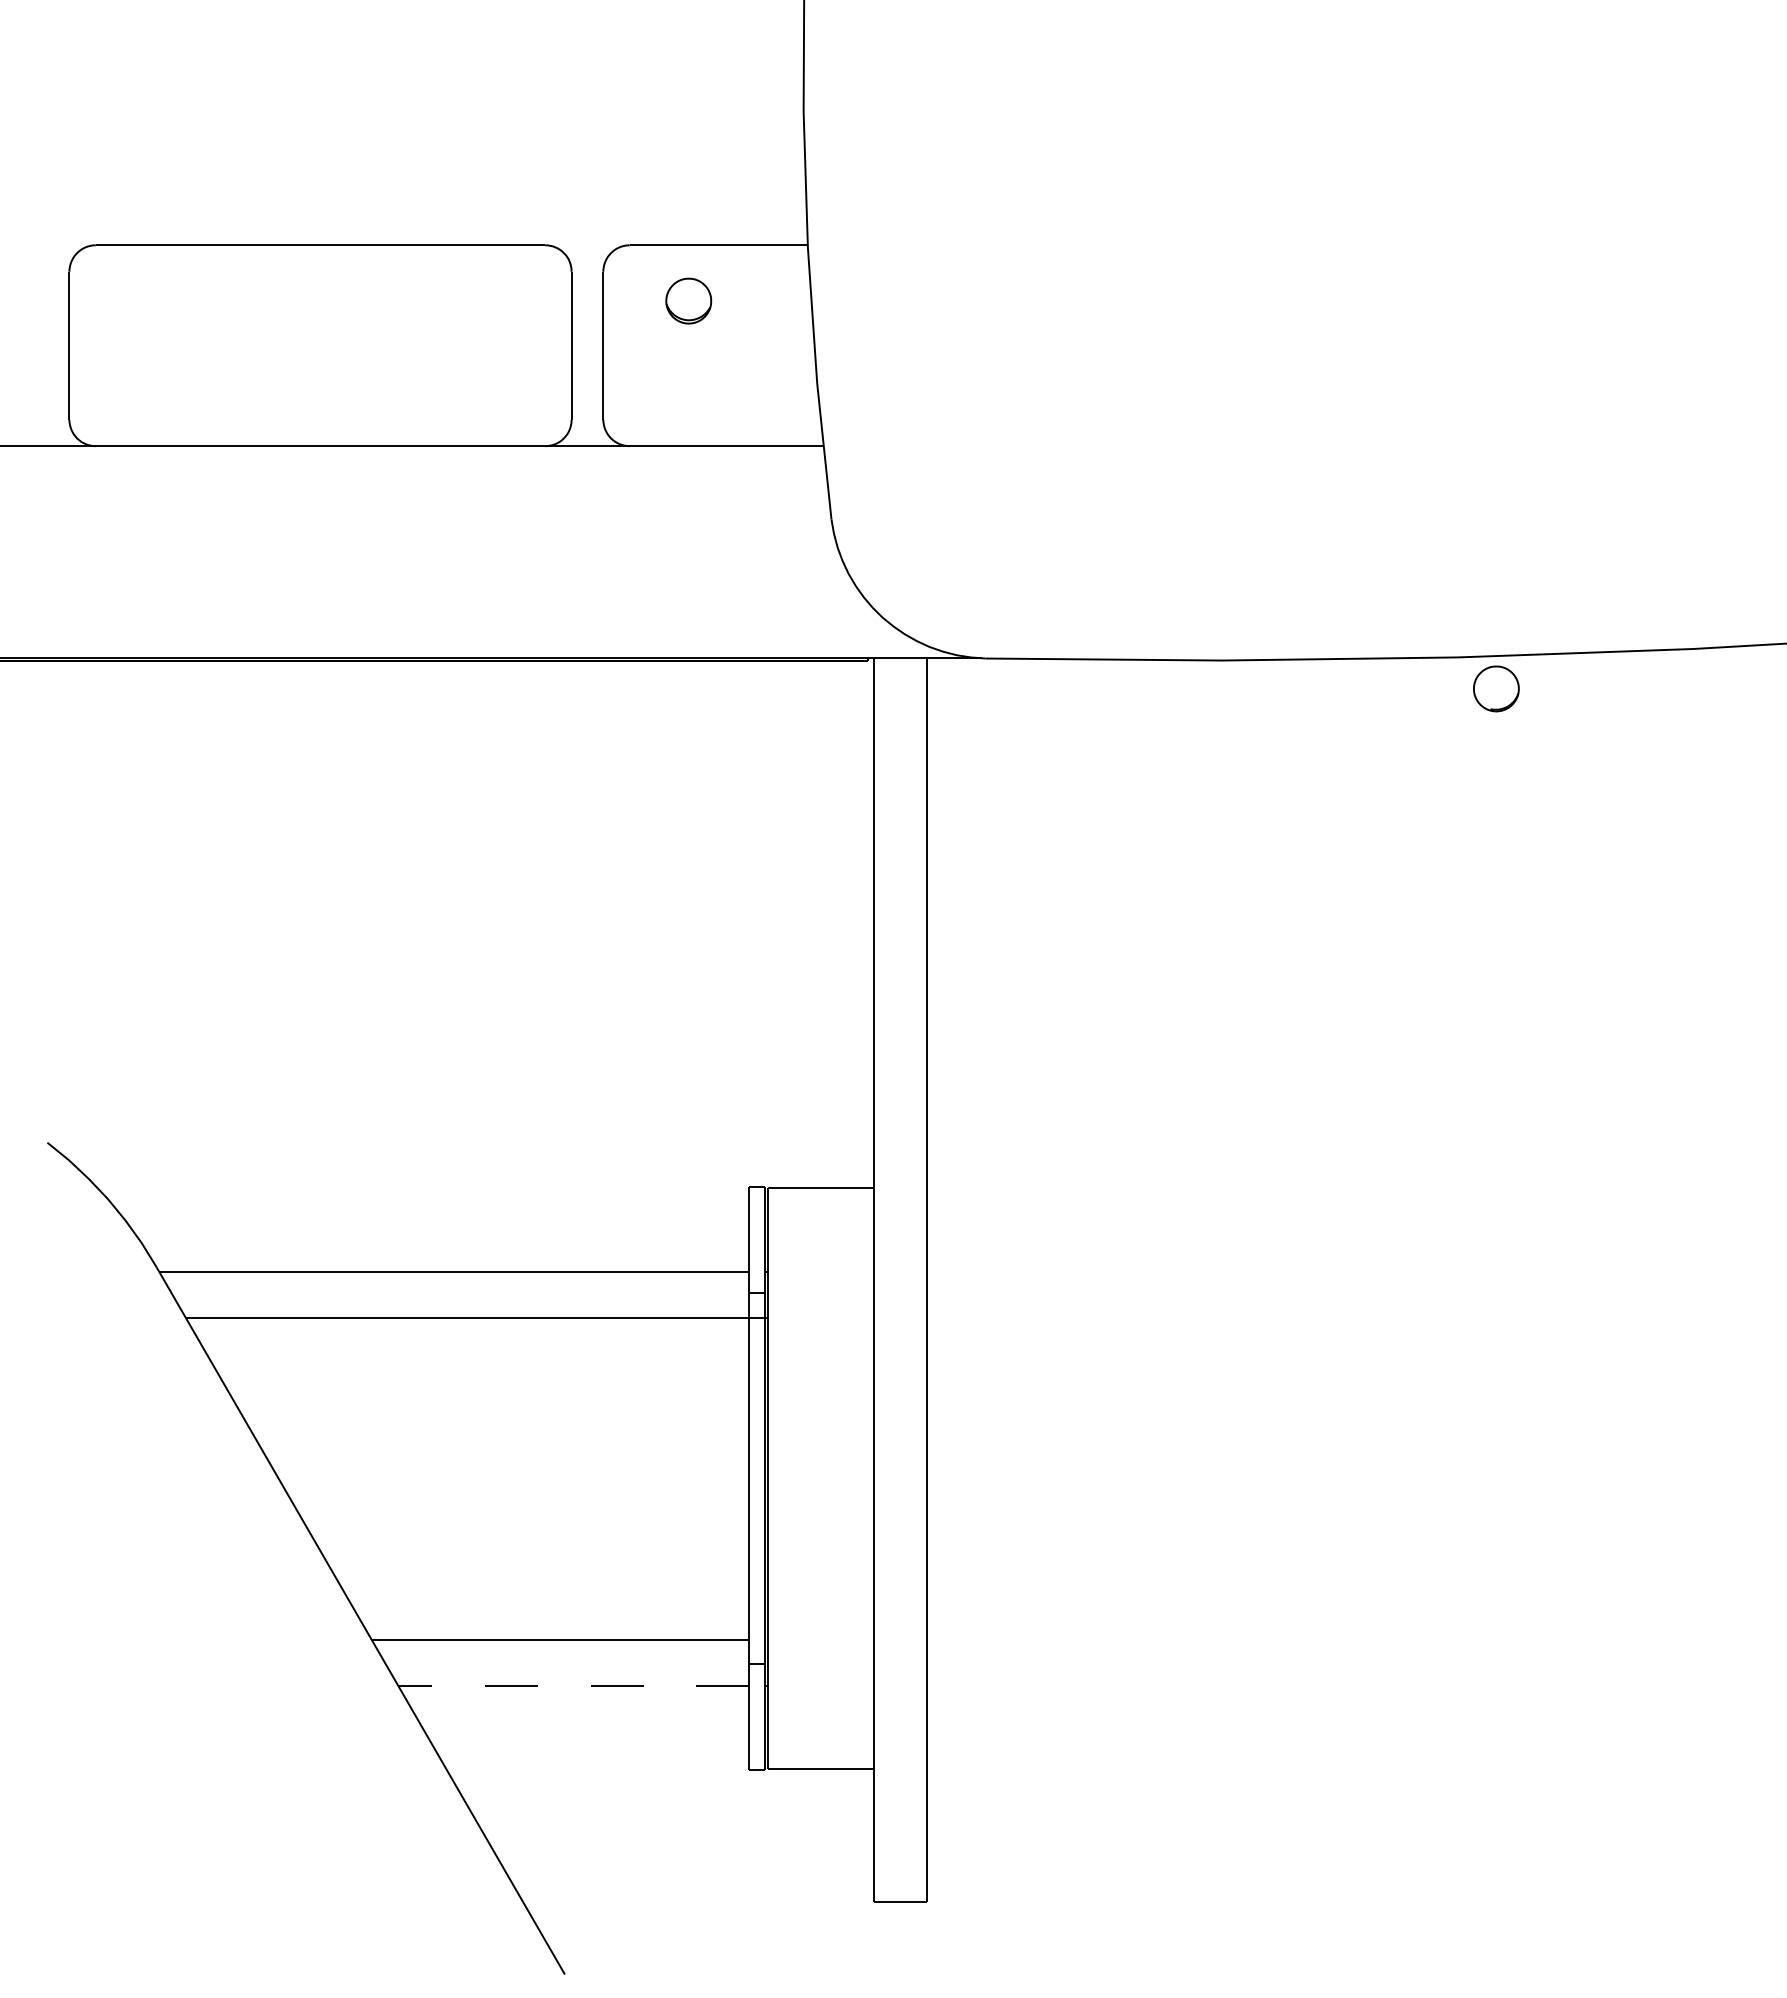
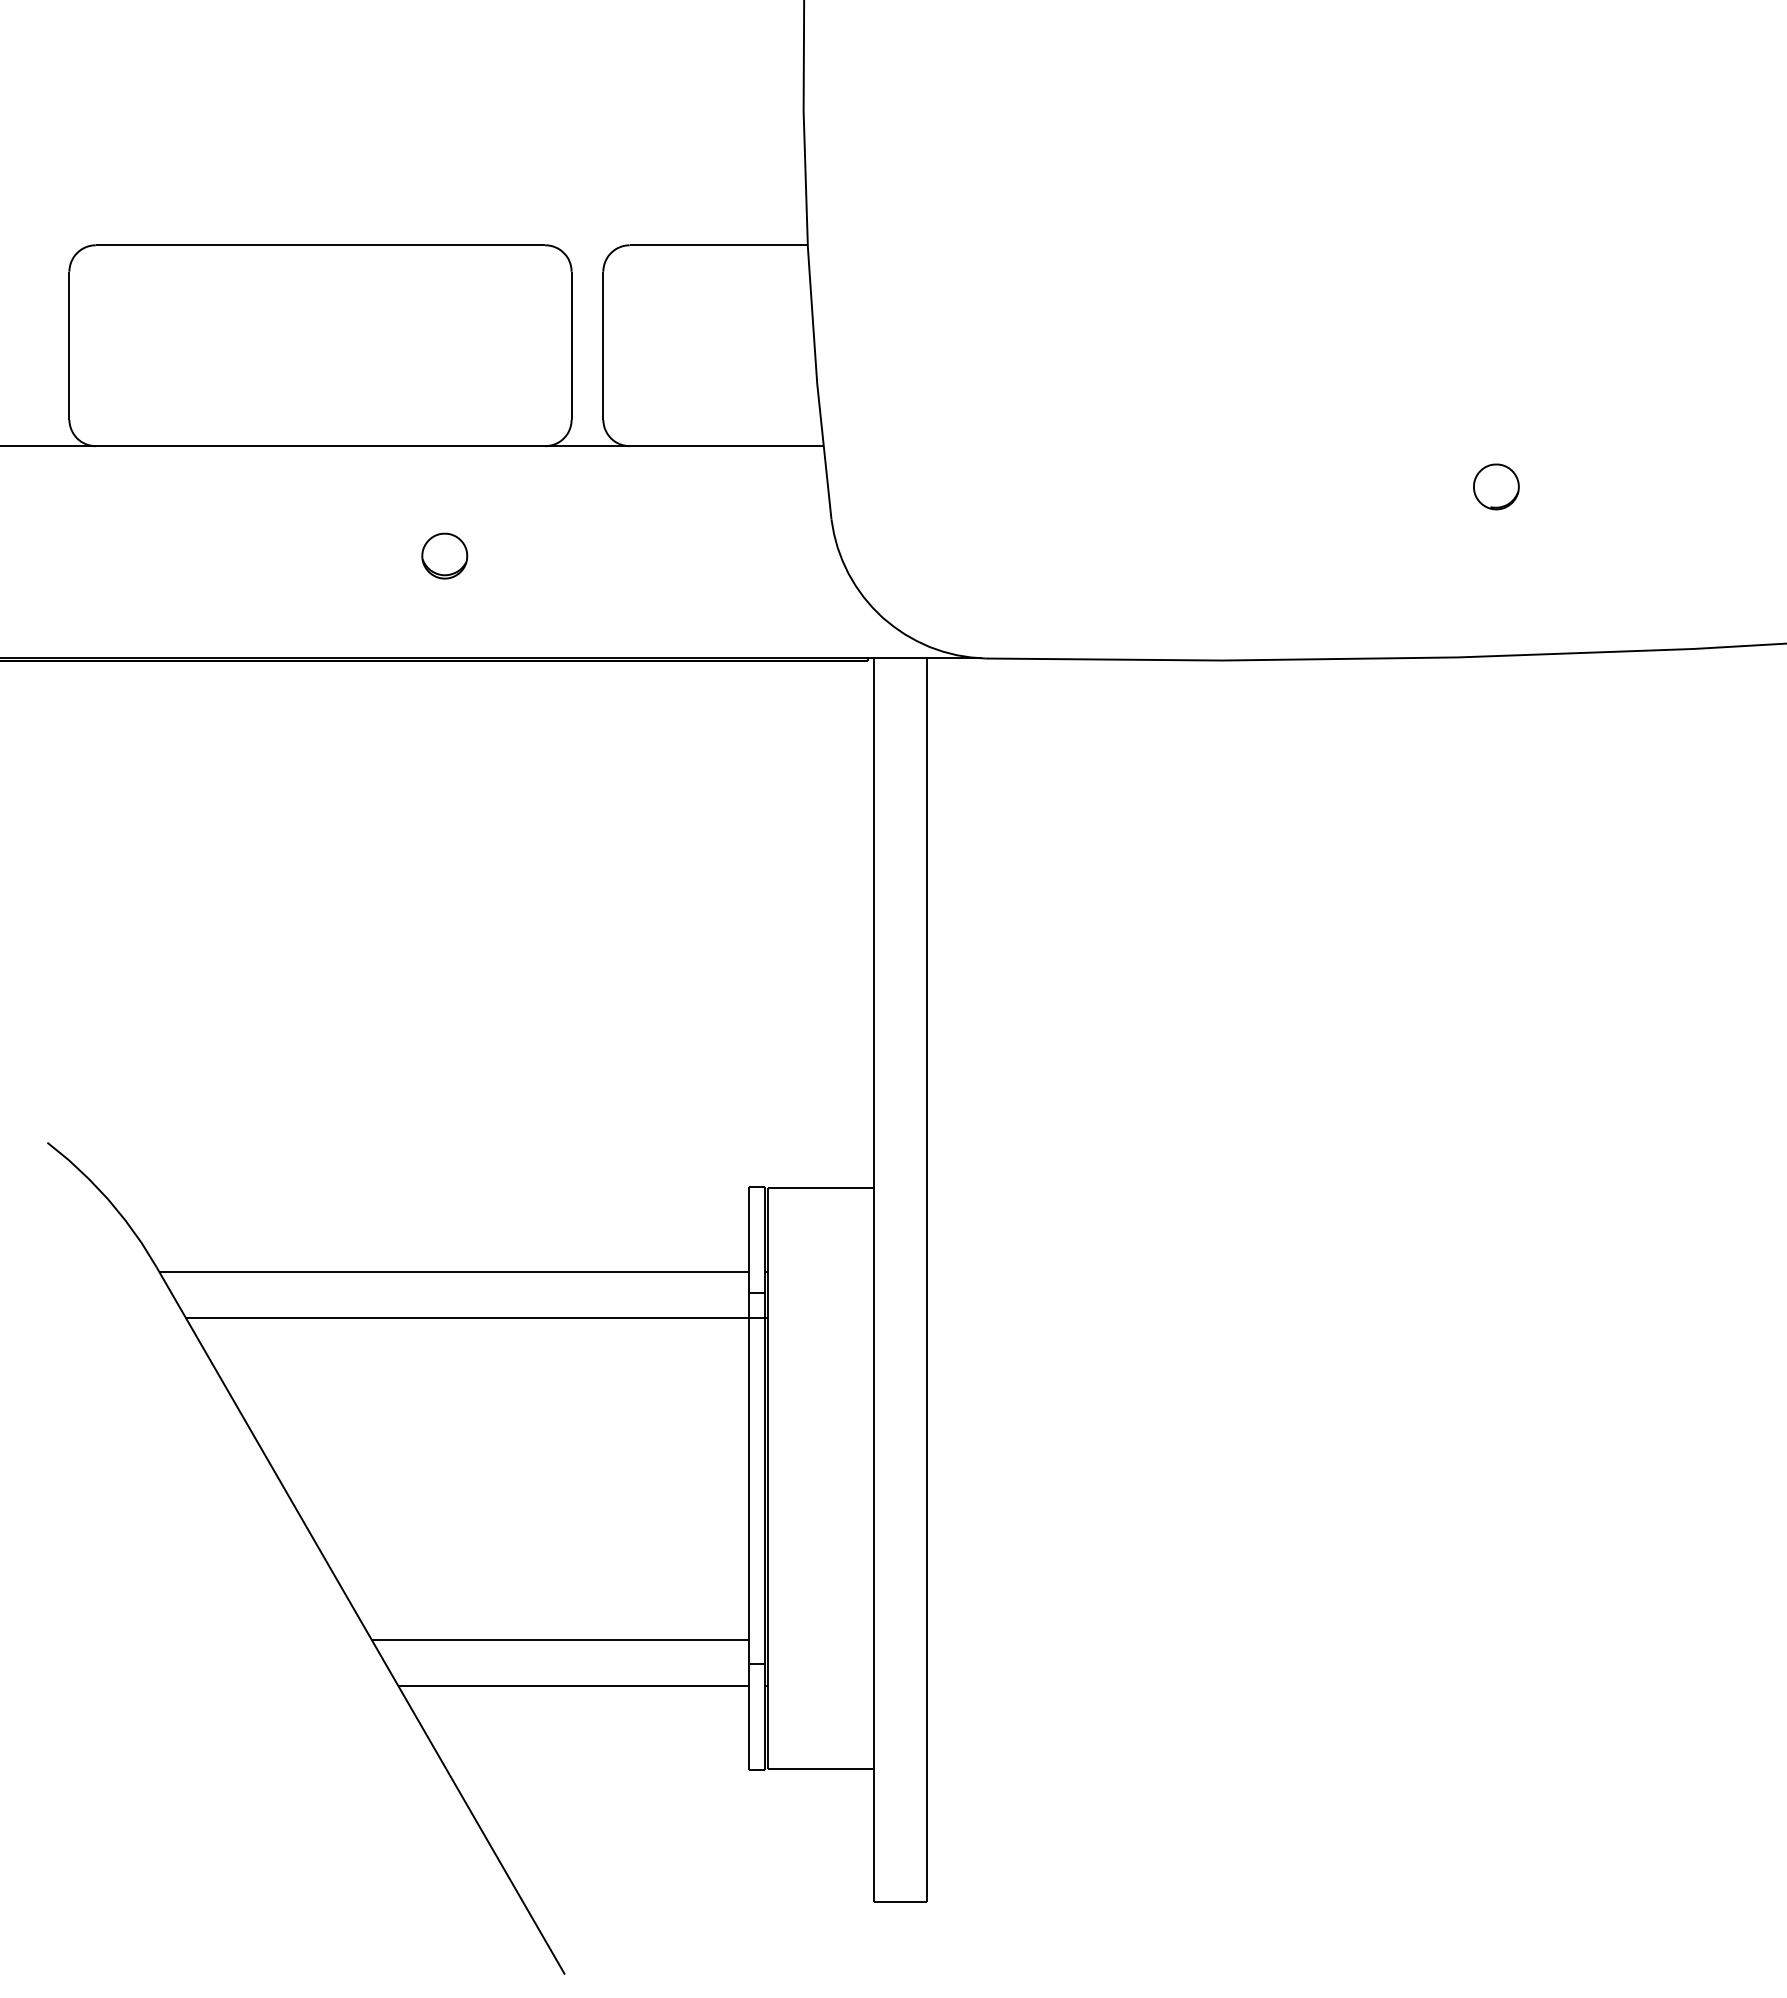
part at (688, 300) position: (688, 300) -> (444, 555)
part at (1496, 688) position: (1496, 688) -> (1496, 486)
line at (573, 1685): dashed -> solid
